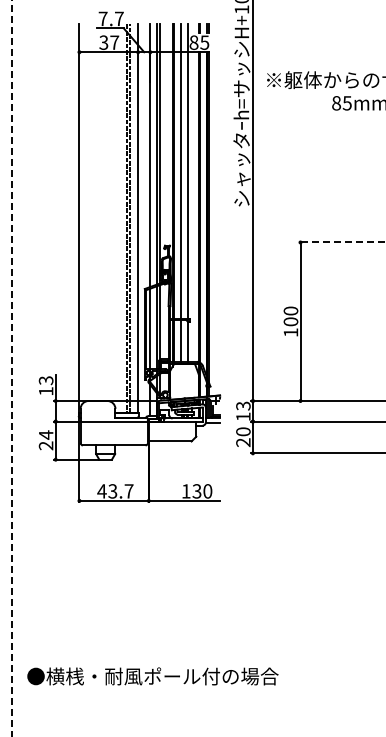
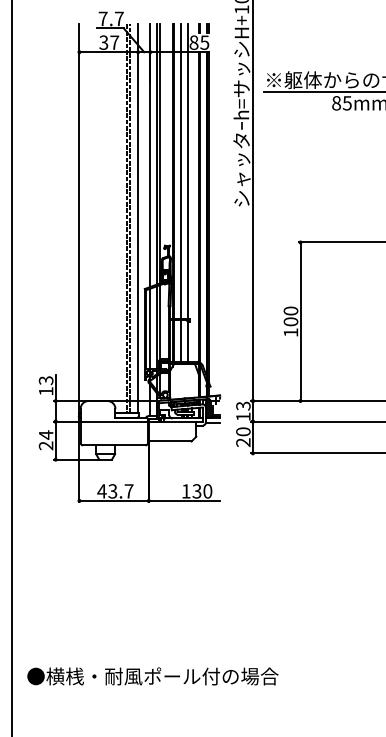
line at (322, 91): none -> present
line at (341, 242): dashed -> solid
line at (11, 368): dashed -> solid
